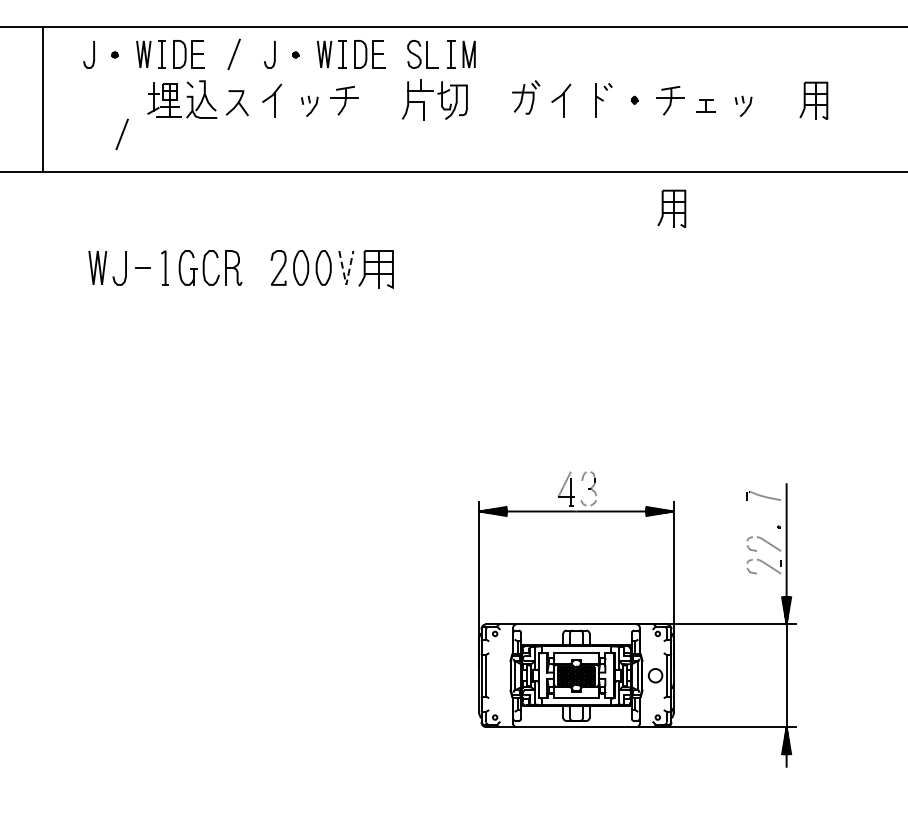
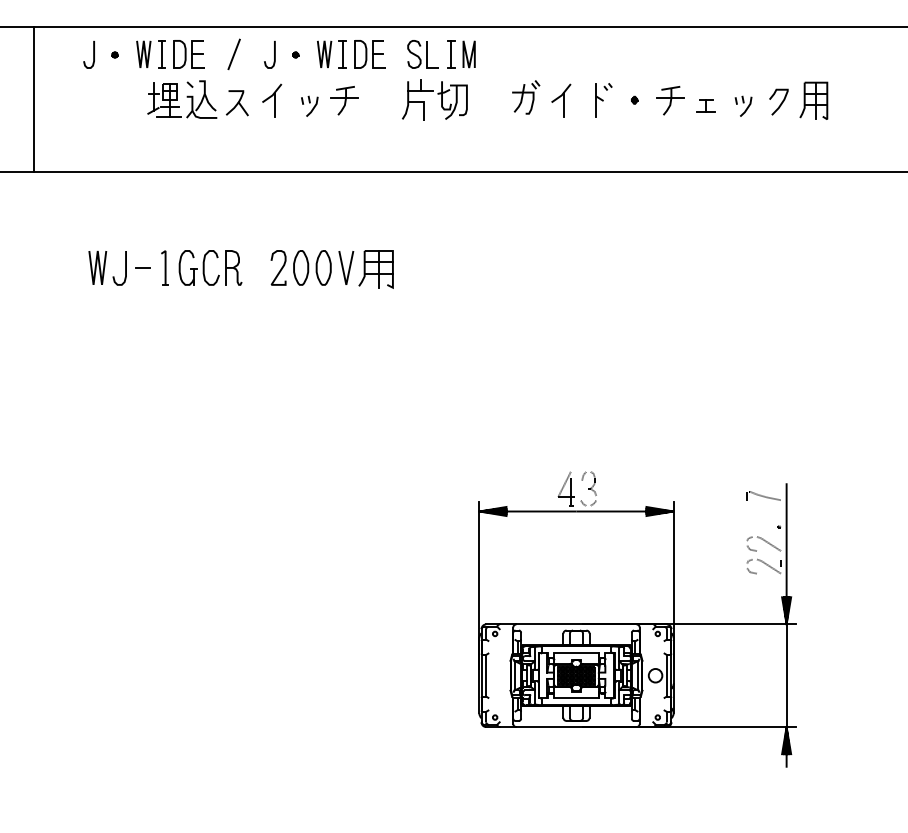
line at (43, 99) position: (43, 99) -> (34, 99)
curve at (780, 103): none -> present
line at (121, 134): present -> none
part at (671, 208): present -> none
line at (346, 284): dashed -> solid
